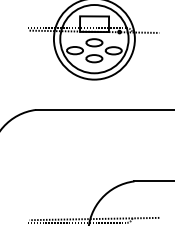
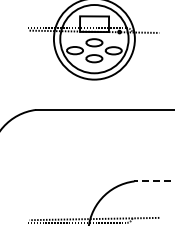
line at (154, 181): solid -> dashed
